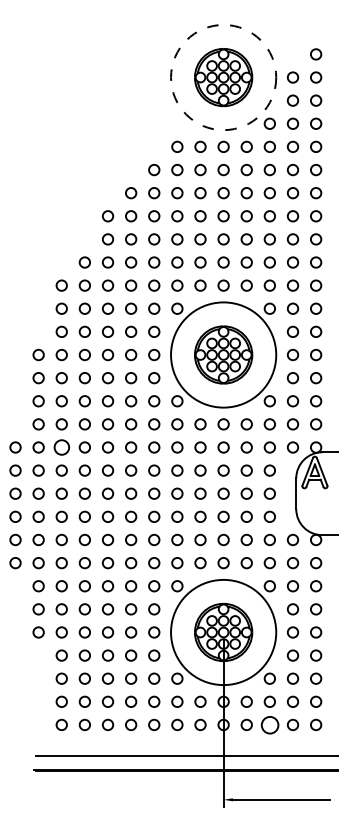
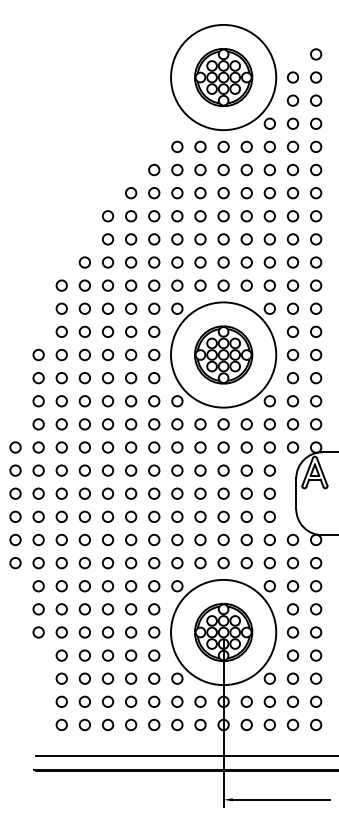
circle at (223, 77): dashed -> solid
circle at (61, 447) size: 17x17 px -> 13x13 px
circle at (269, 725) size: 20x19 px -> 13x13 px
